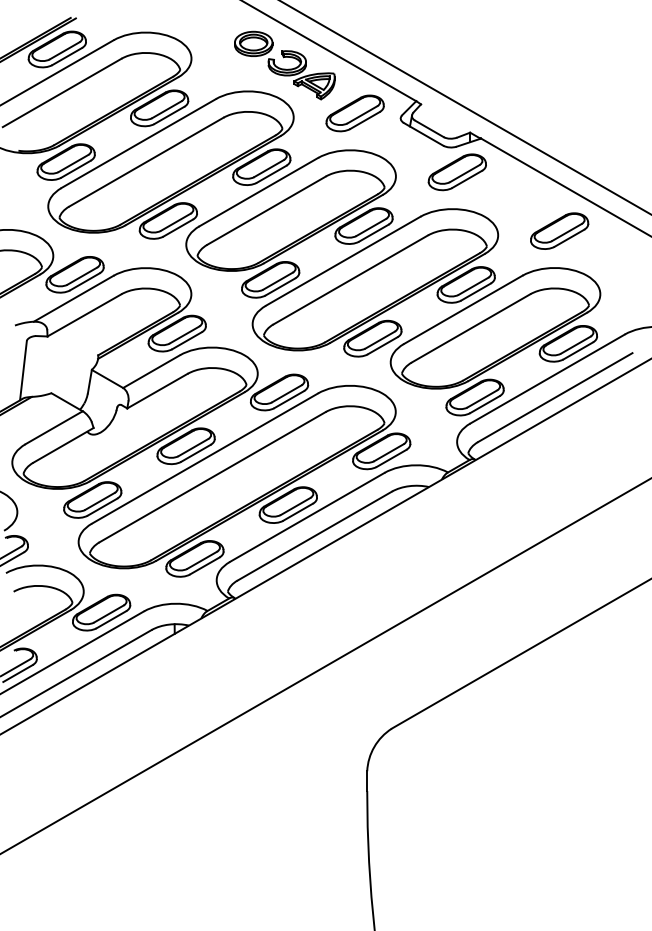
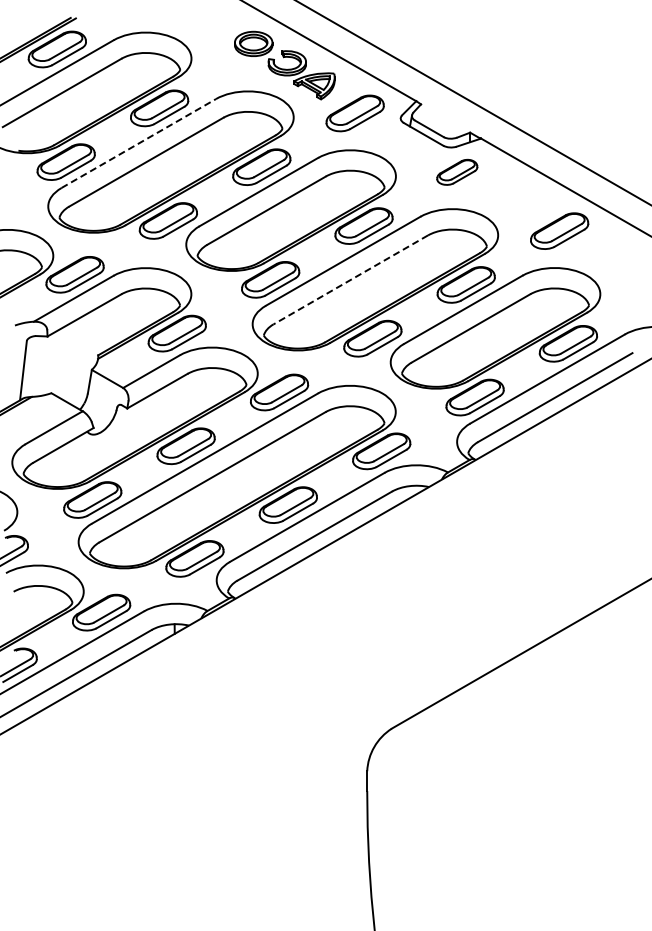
line at (465, 107) position: (465, 107) -> (473, 102)
line at (139, 143): solid -> dashed
part at (456, 172) size: 60x39 px -> 43x28 px
line at (350, 280): solid -> dashed
line at (325, 665): present -> none
